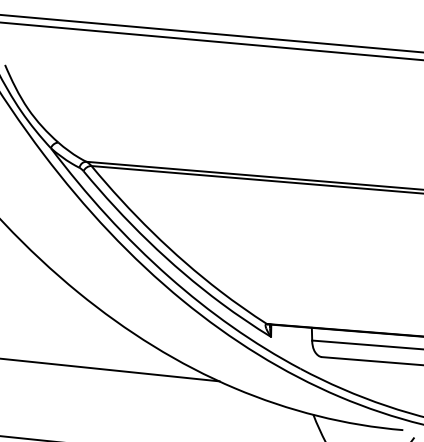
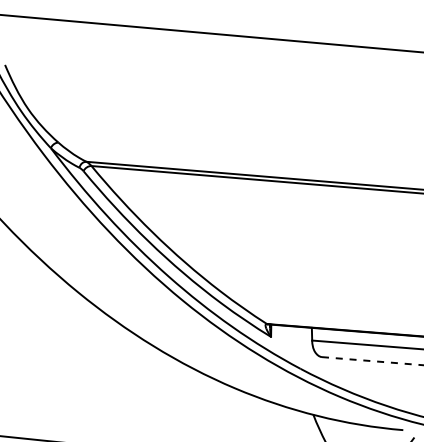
line at (211, 40): present -> none
line at (372, 361): solid -> dashed
line at (110, 369): present -> none
